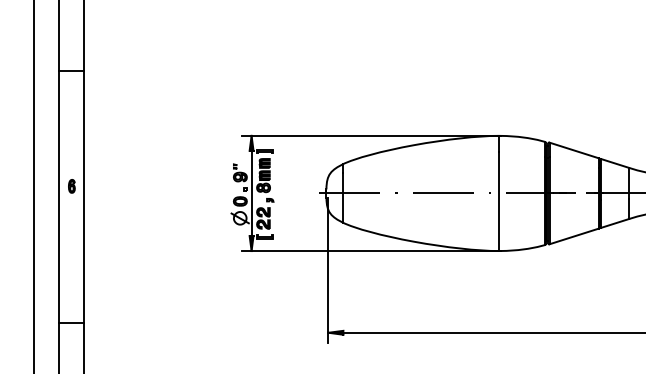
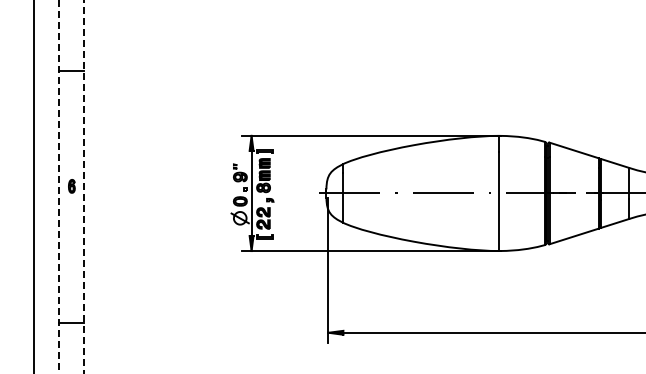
line at (59, 186): solid -> dashed
line at (84, 186): solid -> dashed
